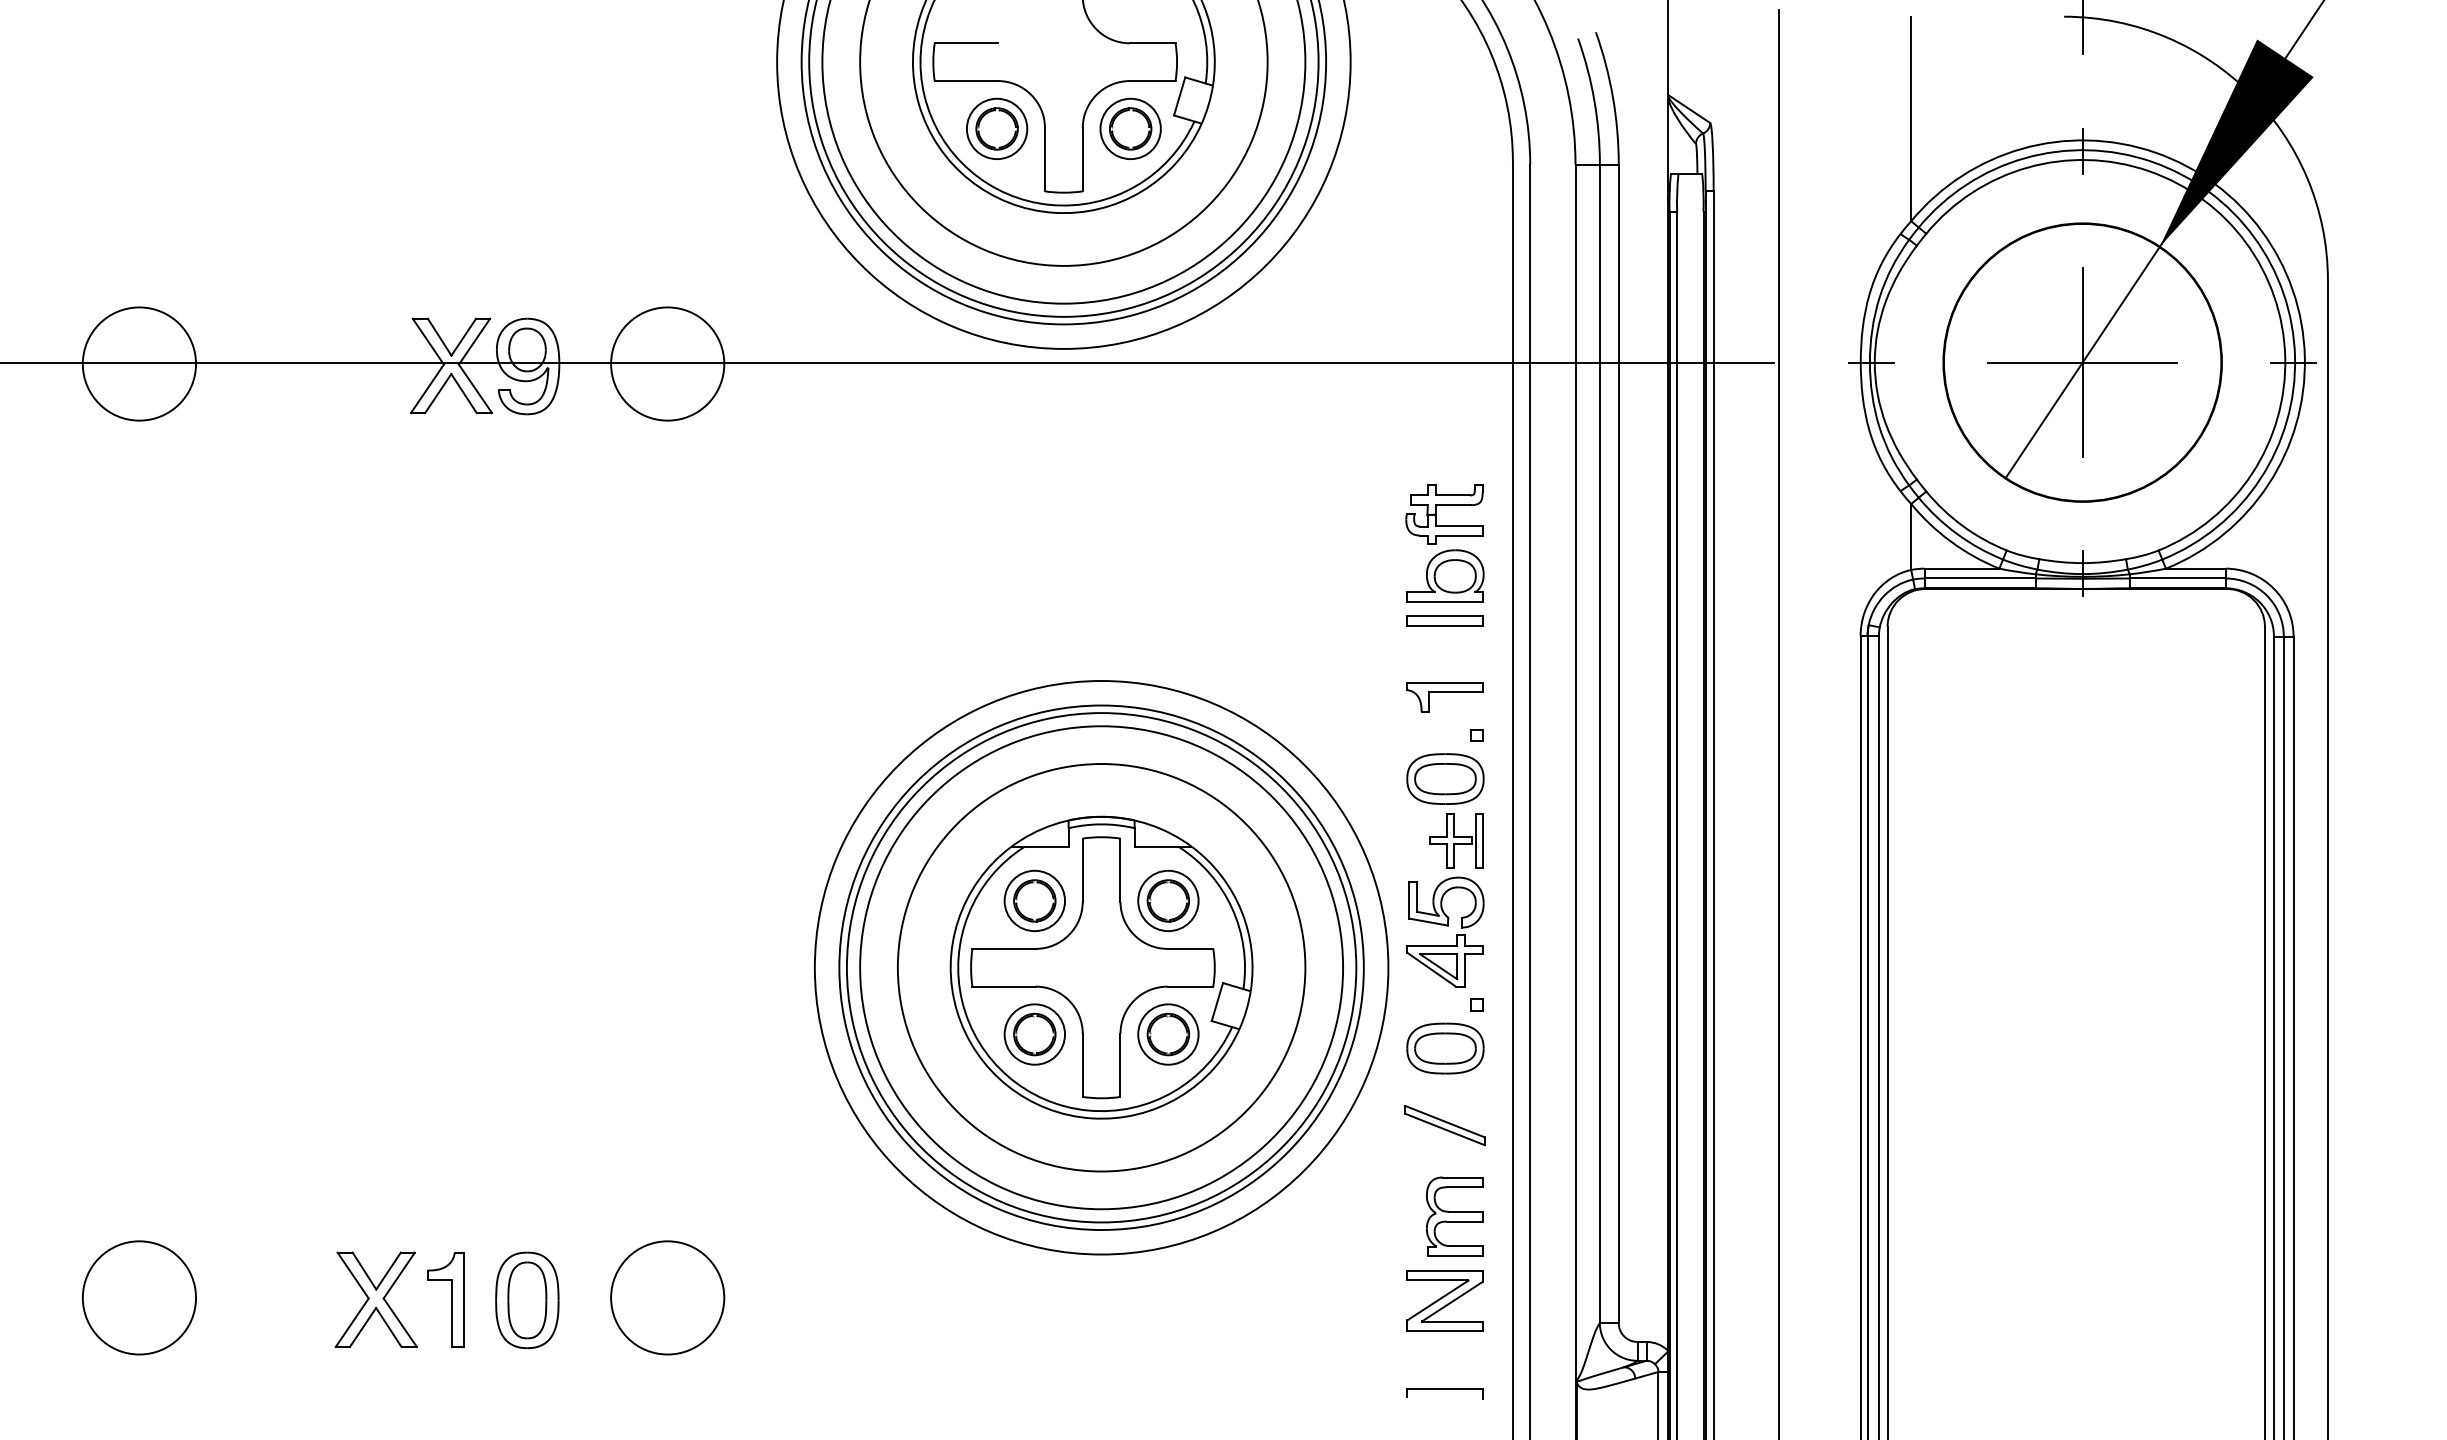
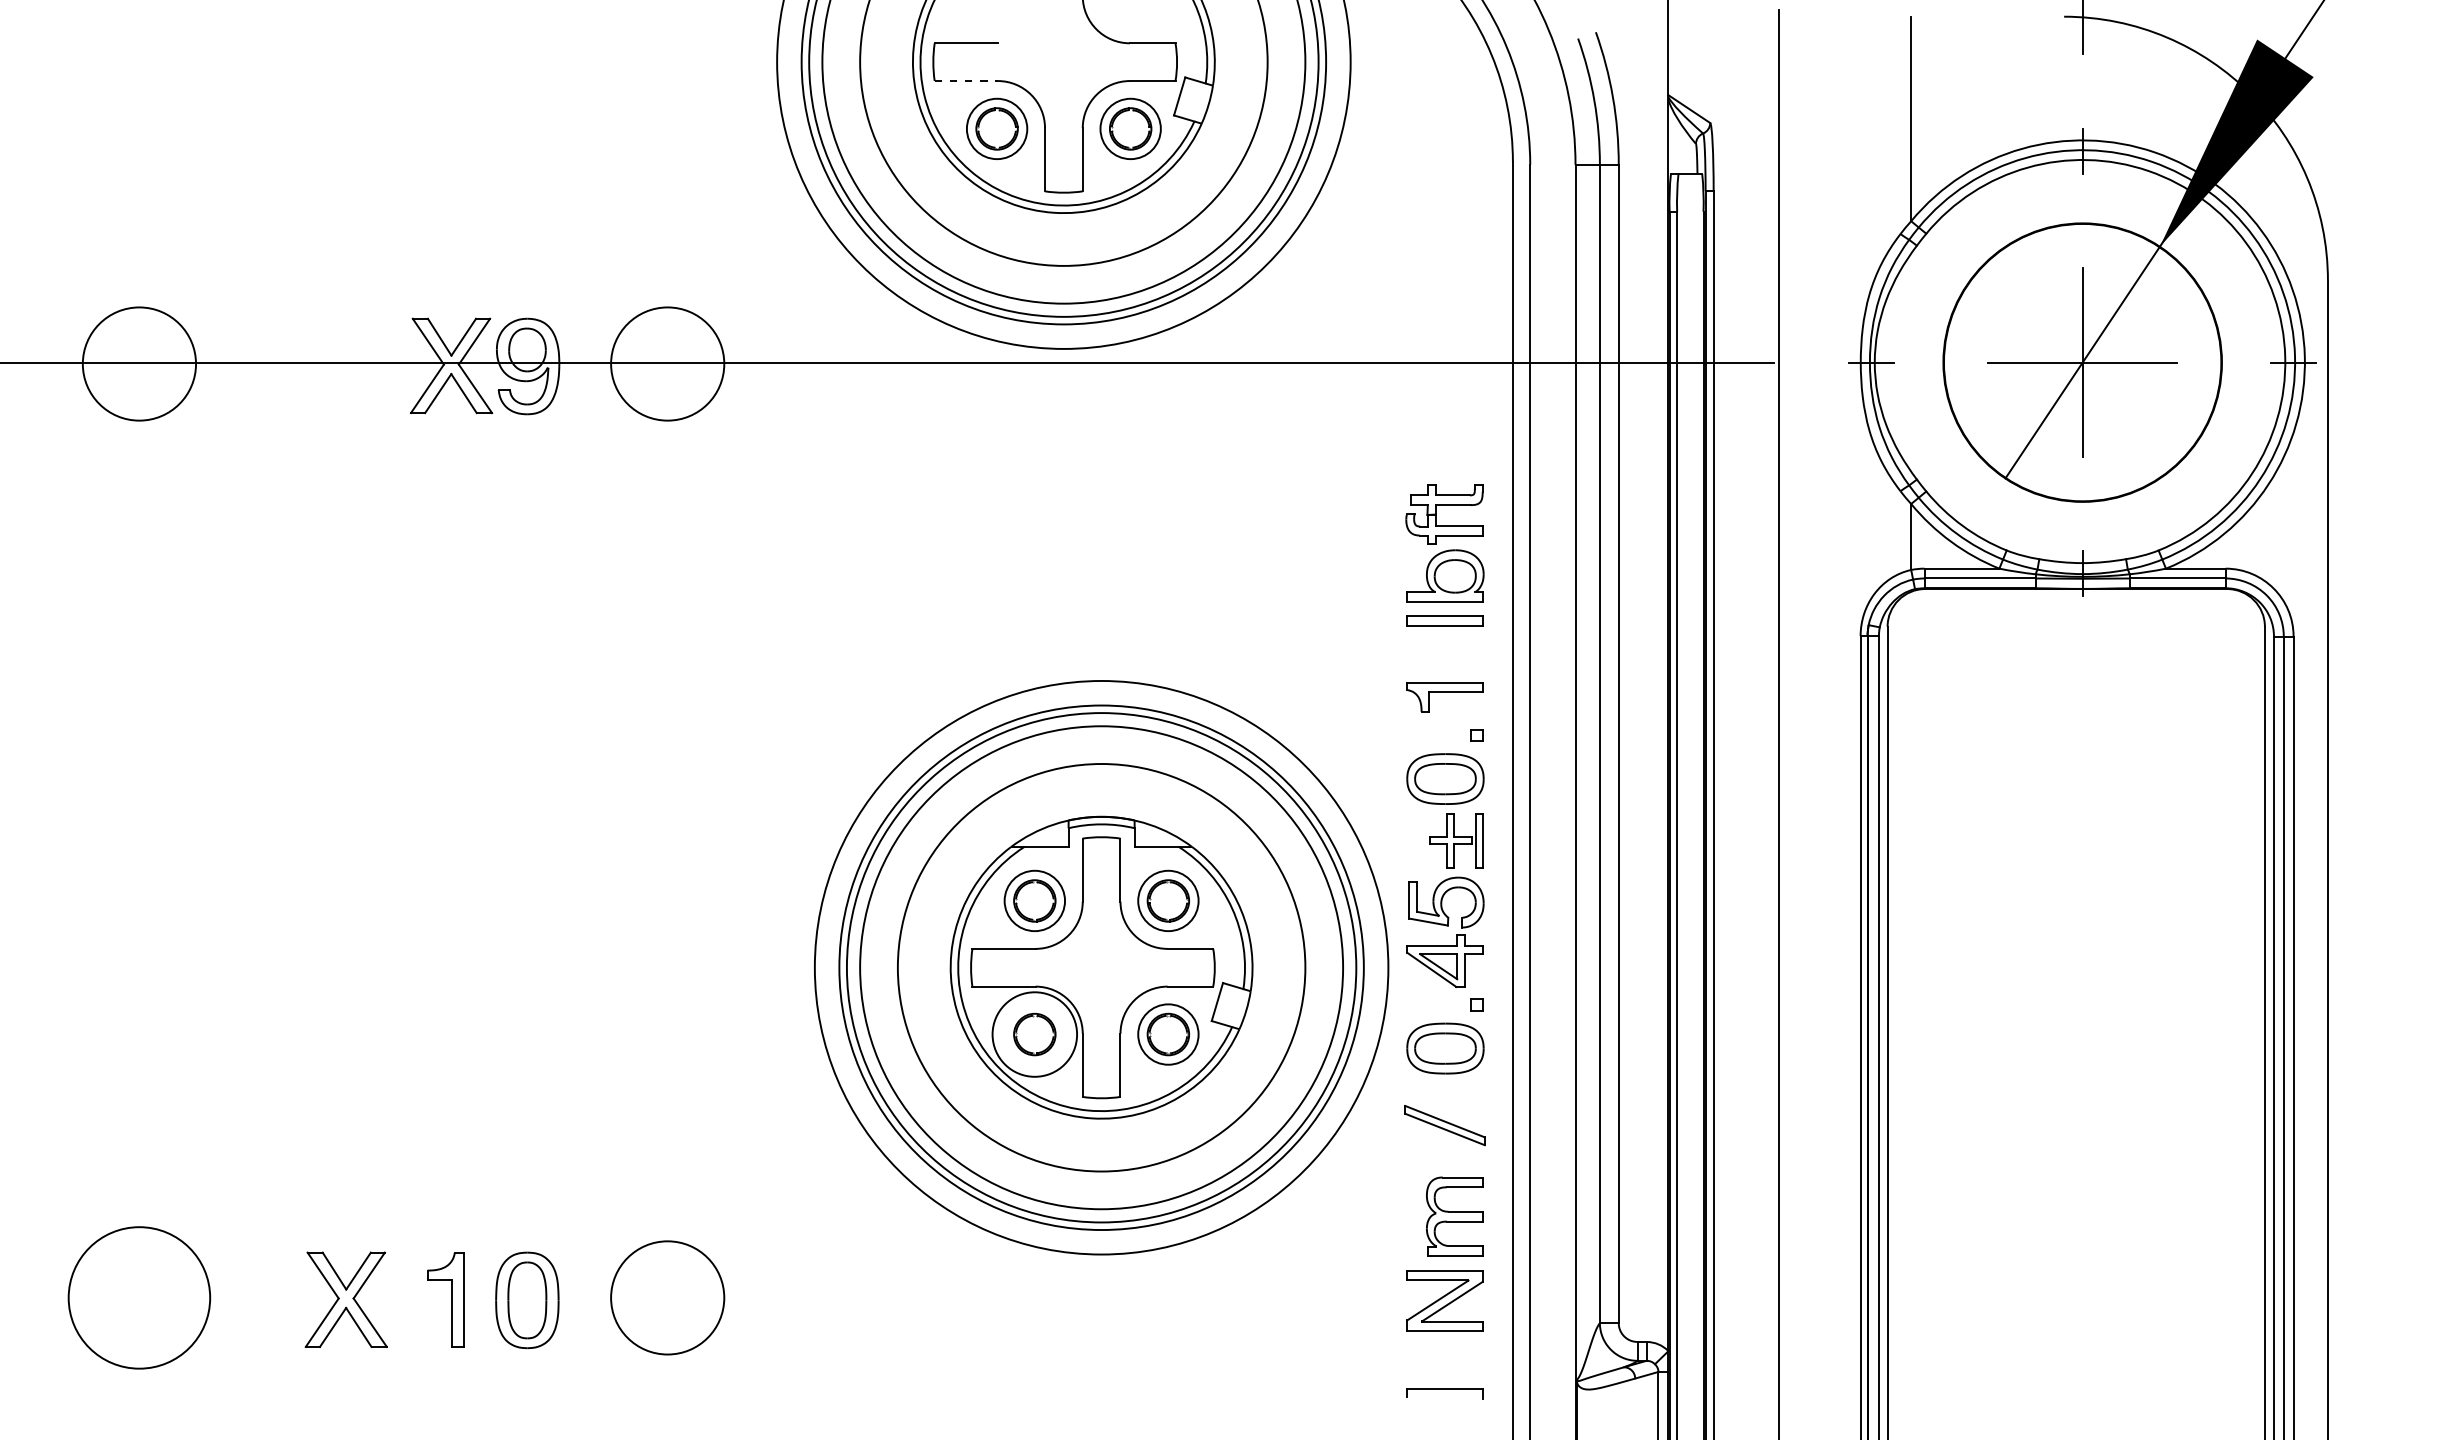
line at (966, 81): solid -> dashed
circle at (1034, 1034) diameter: 60 px -> 85 px
circle at (139, 1297) diameter: 113 px -> 141 px
part at (375, 1299) position: (375, 1299) -> (345, 1299)
